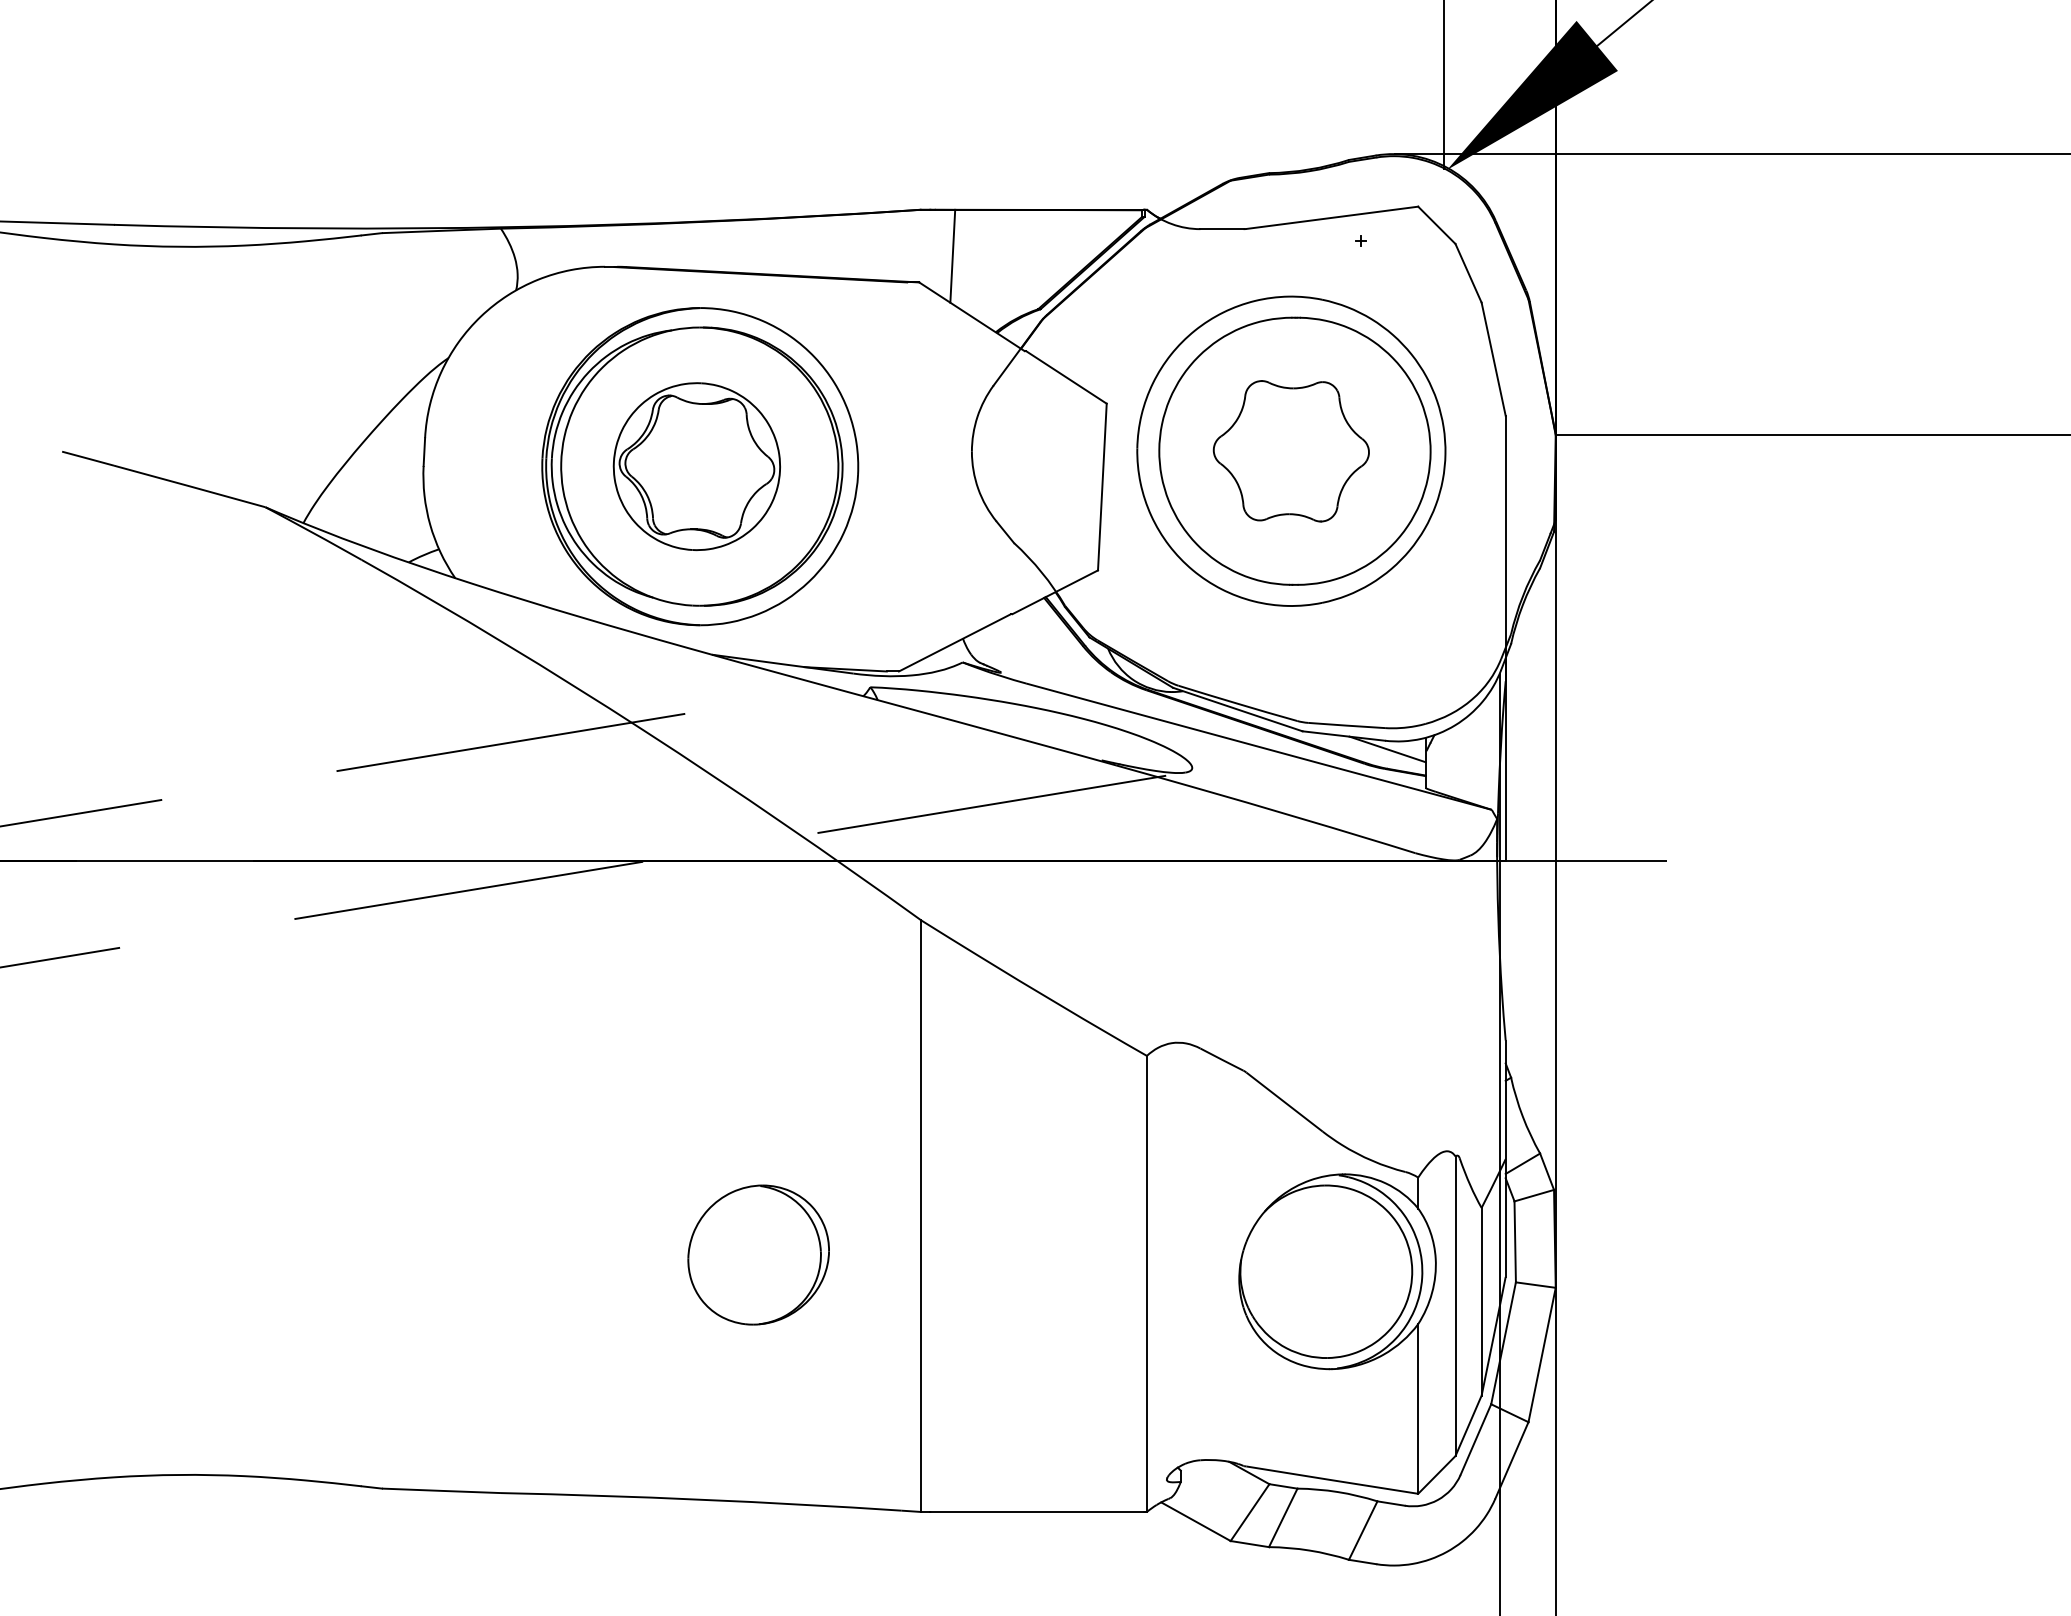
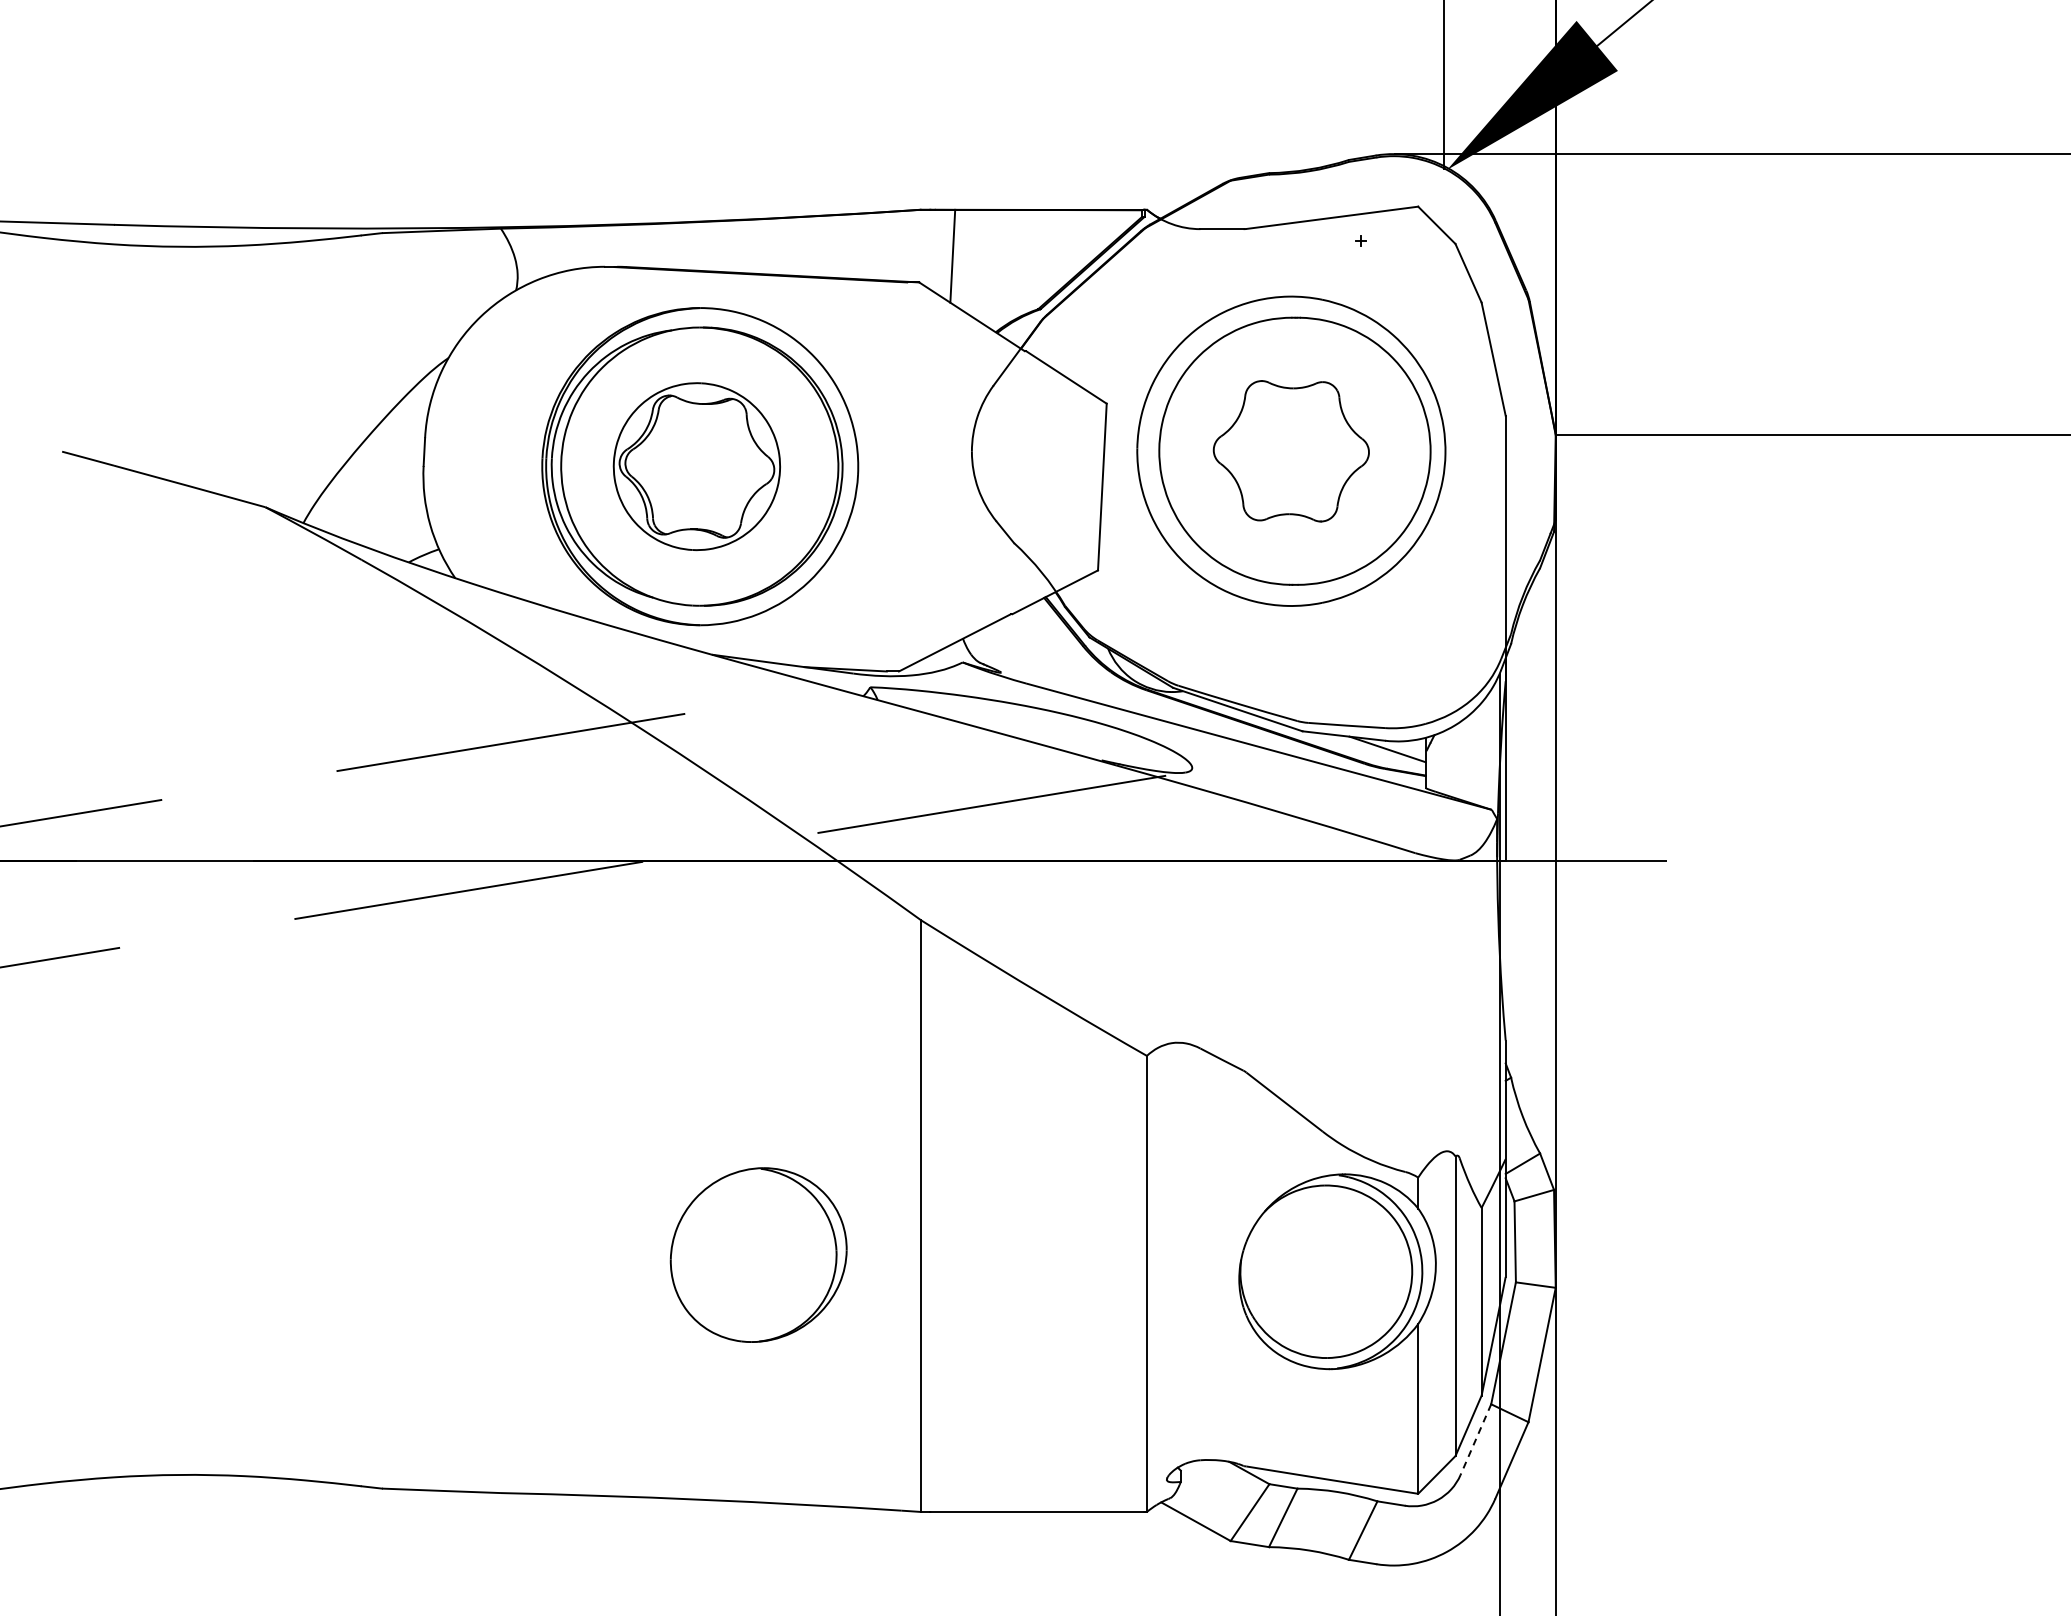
part at (758, 1254) size: 143x142 px -> 179x176 px
line at (1475, 1439): solid -> dashed
